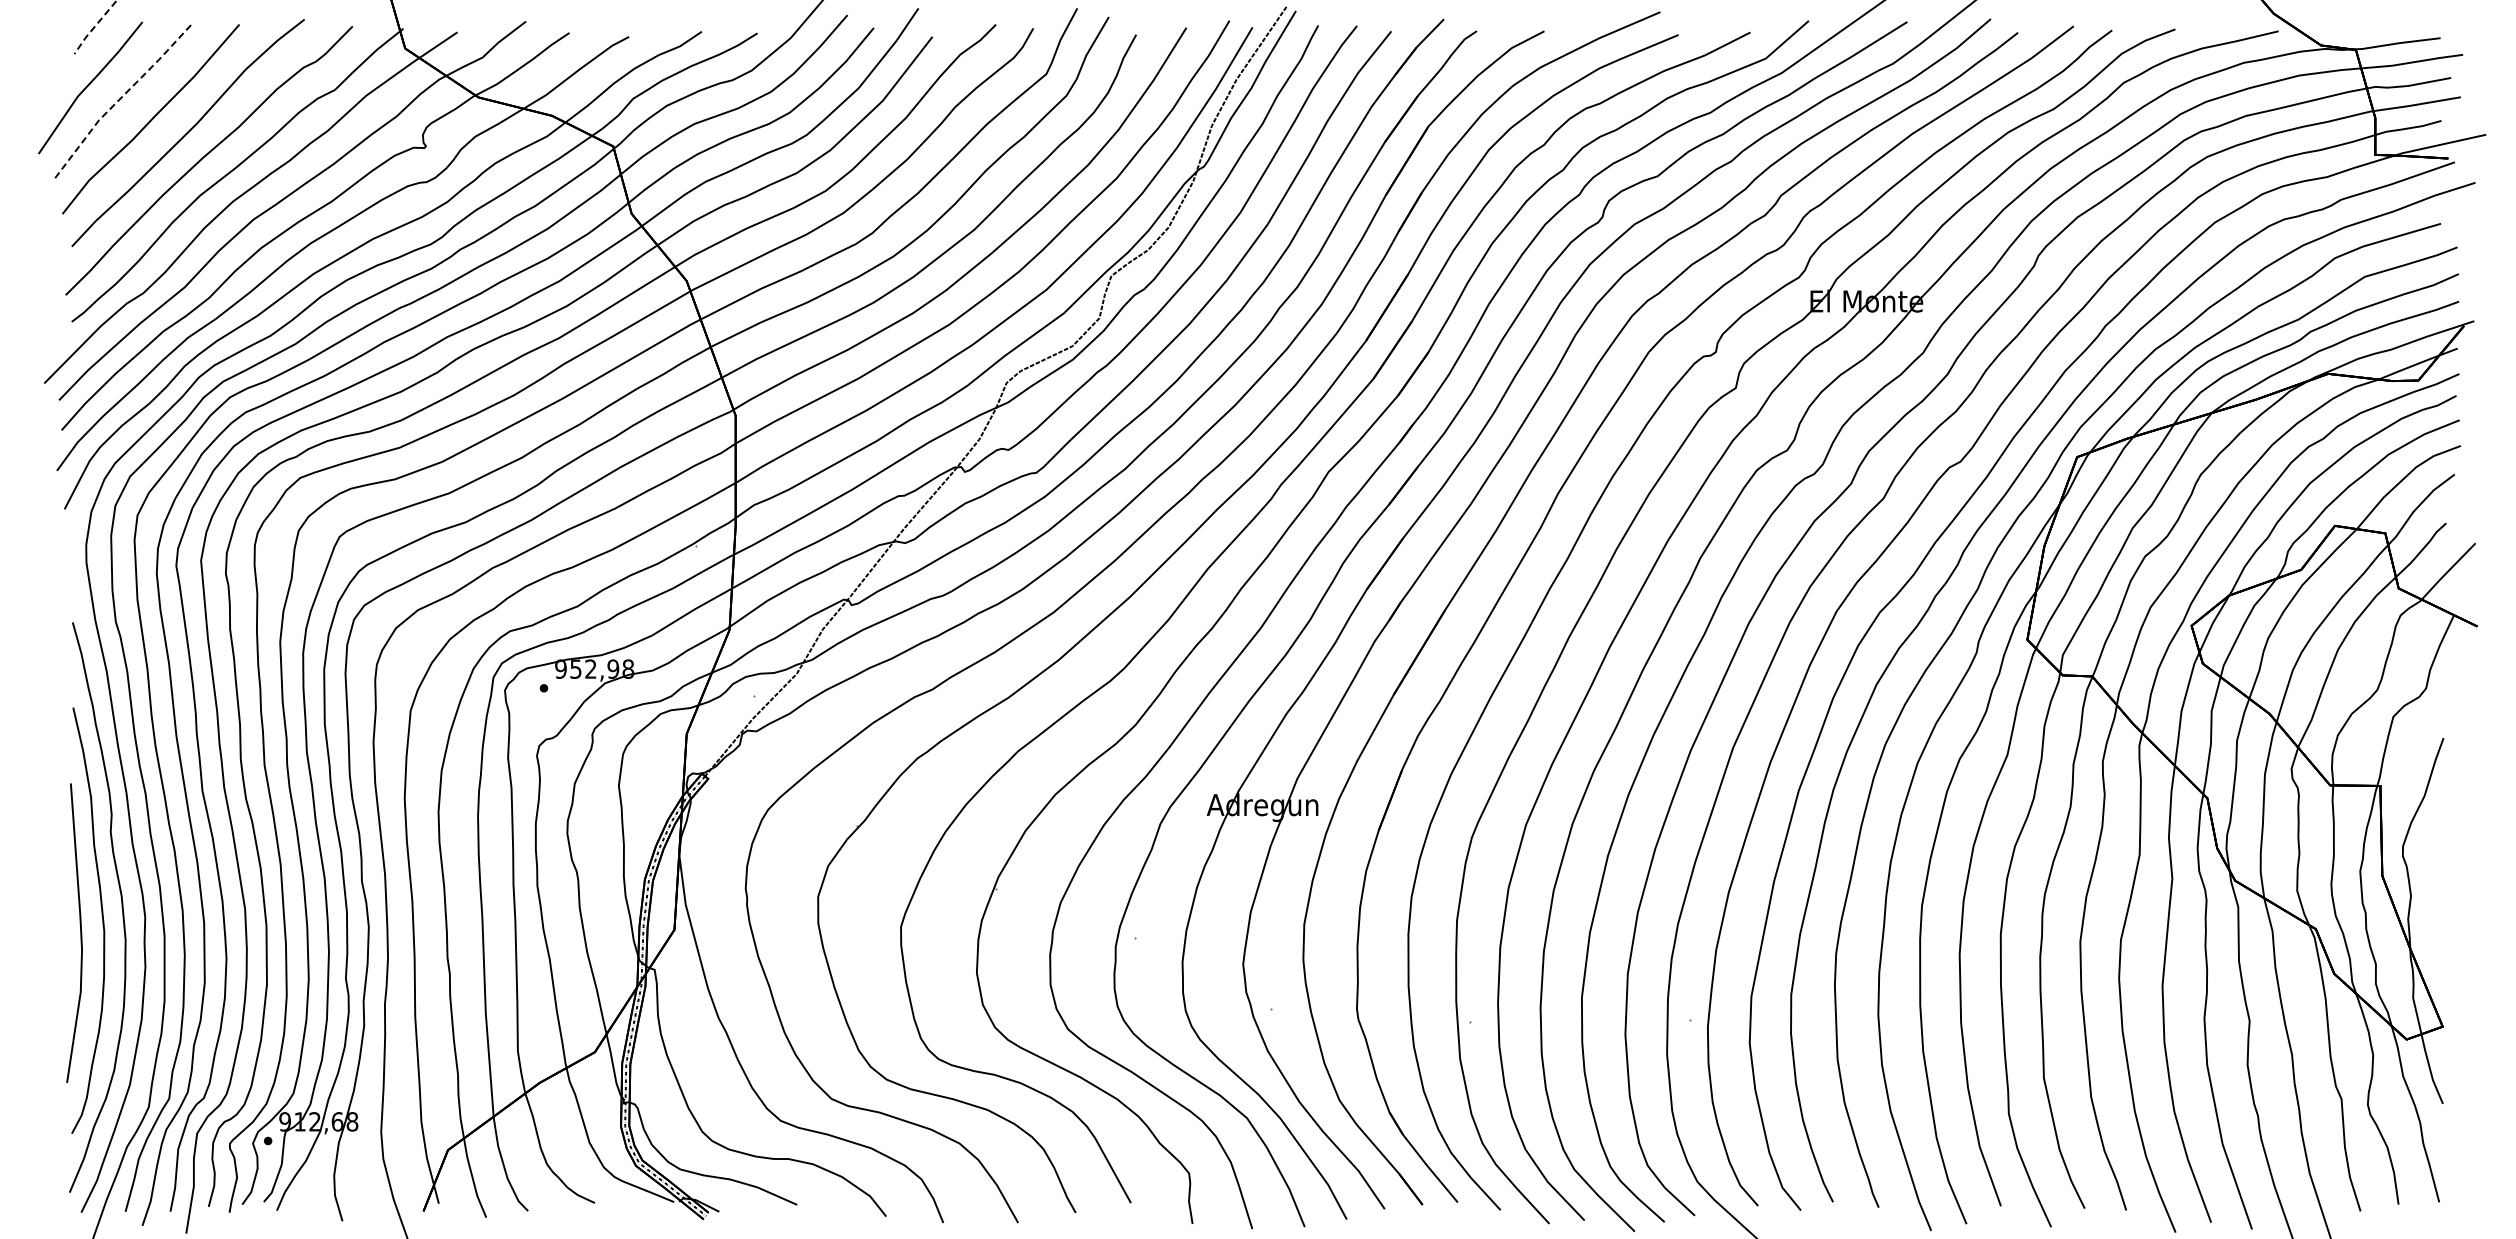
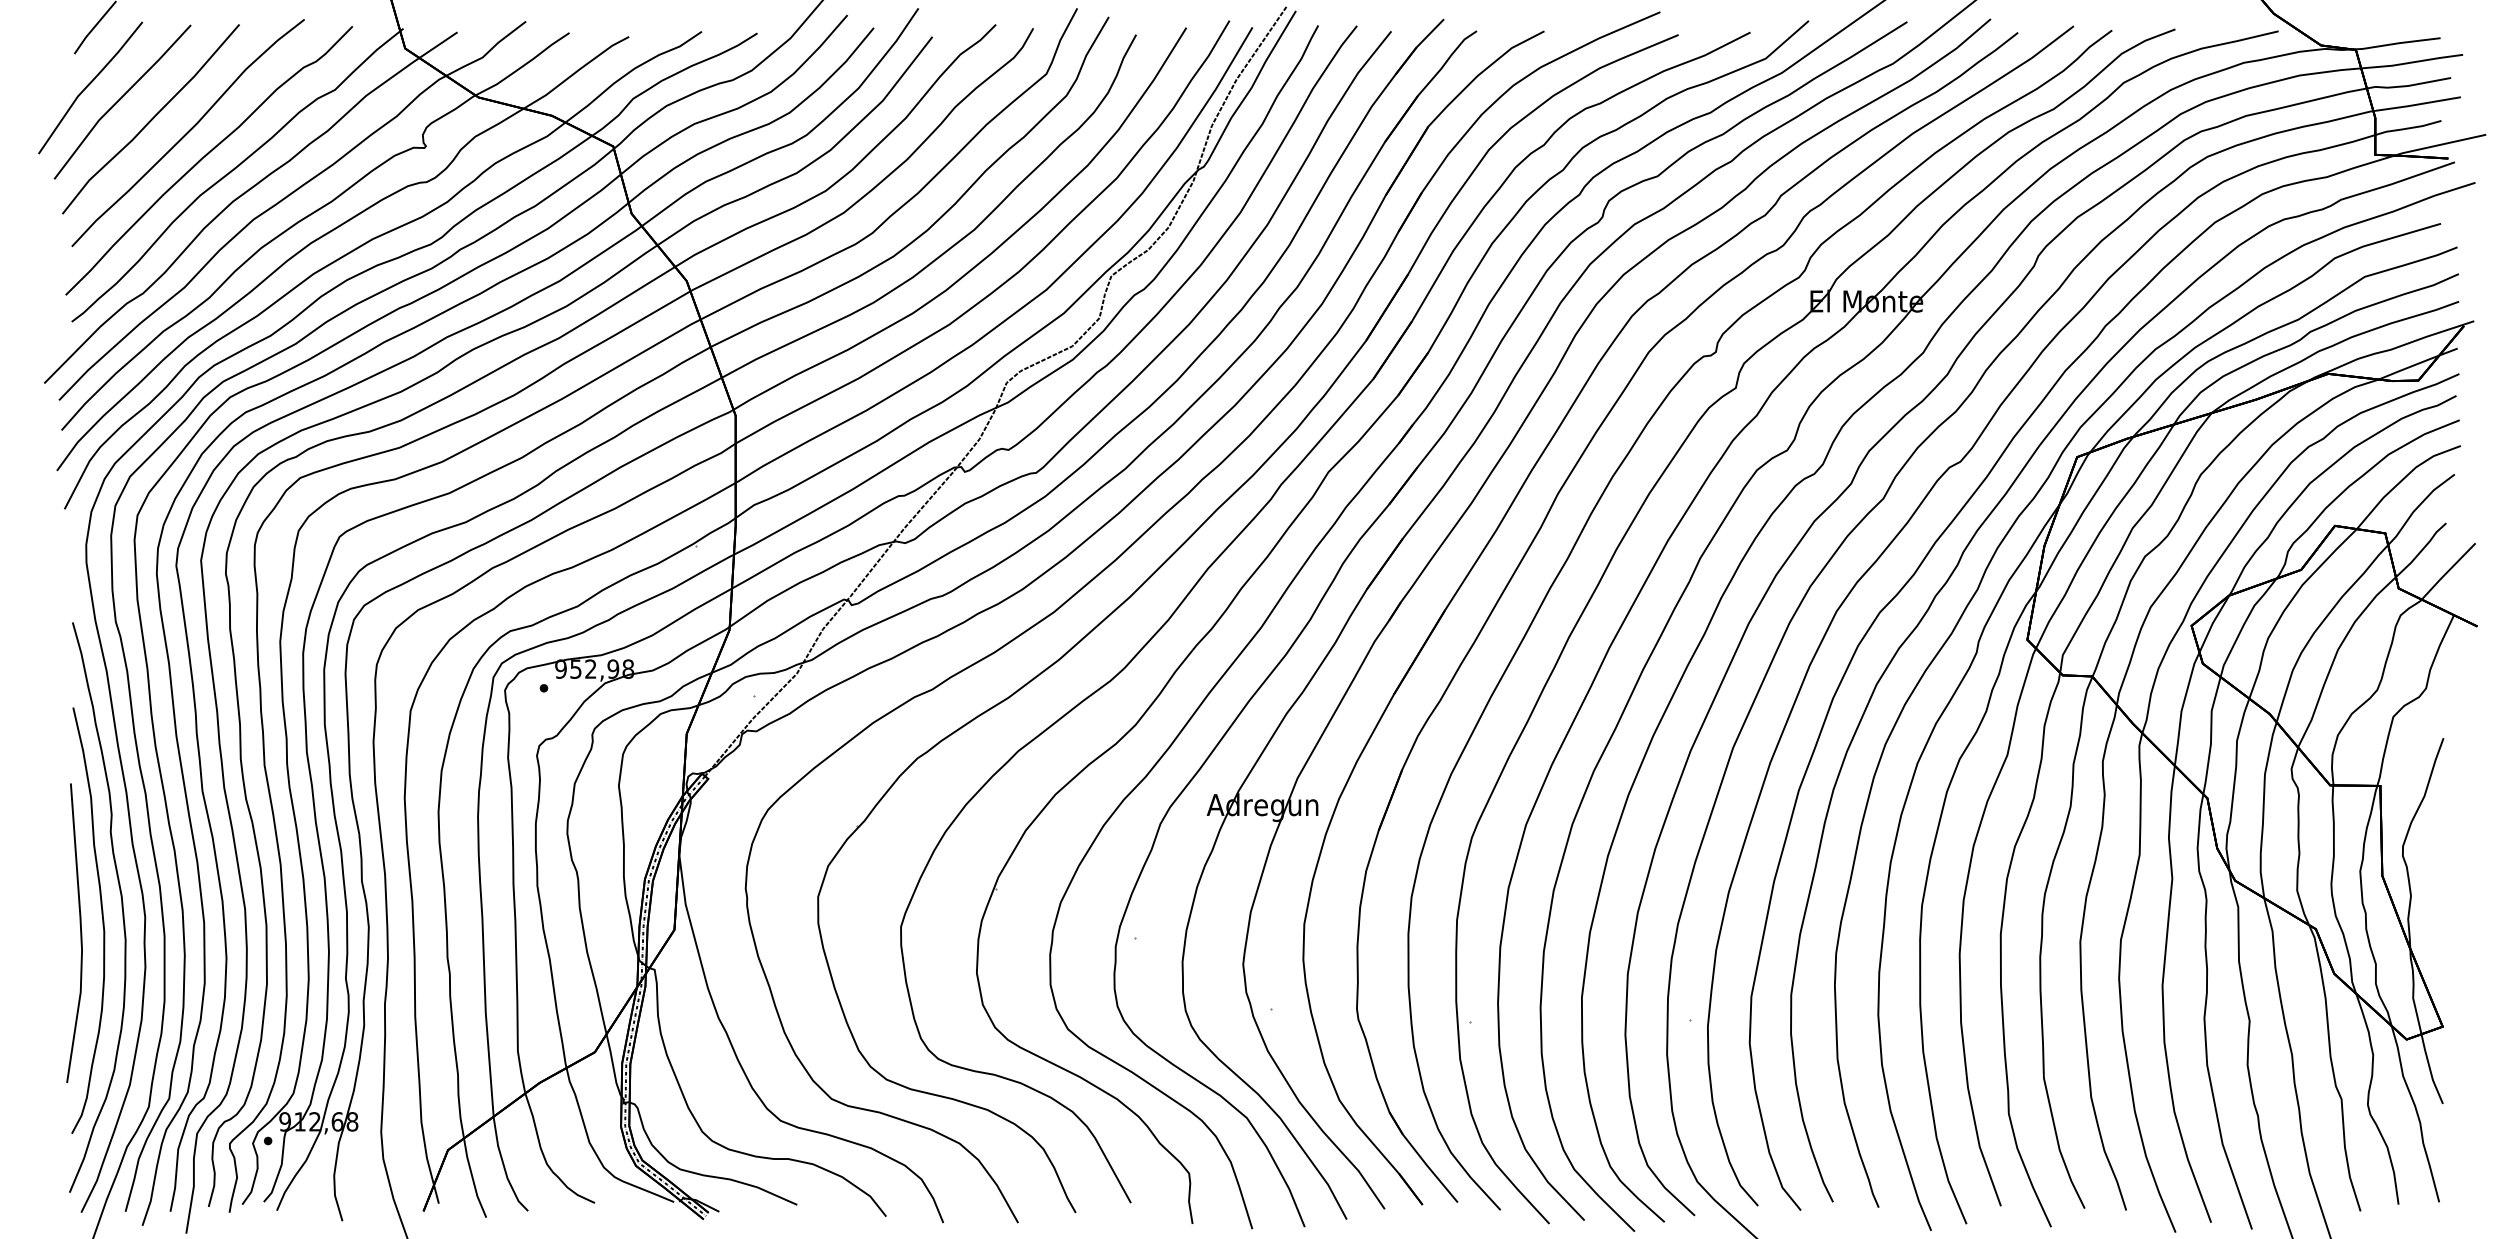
line at (94, 27): dashed -> solid
line at (119, 99): dashed -> solid
